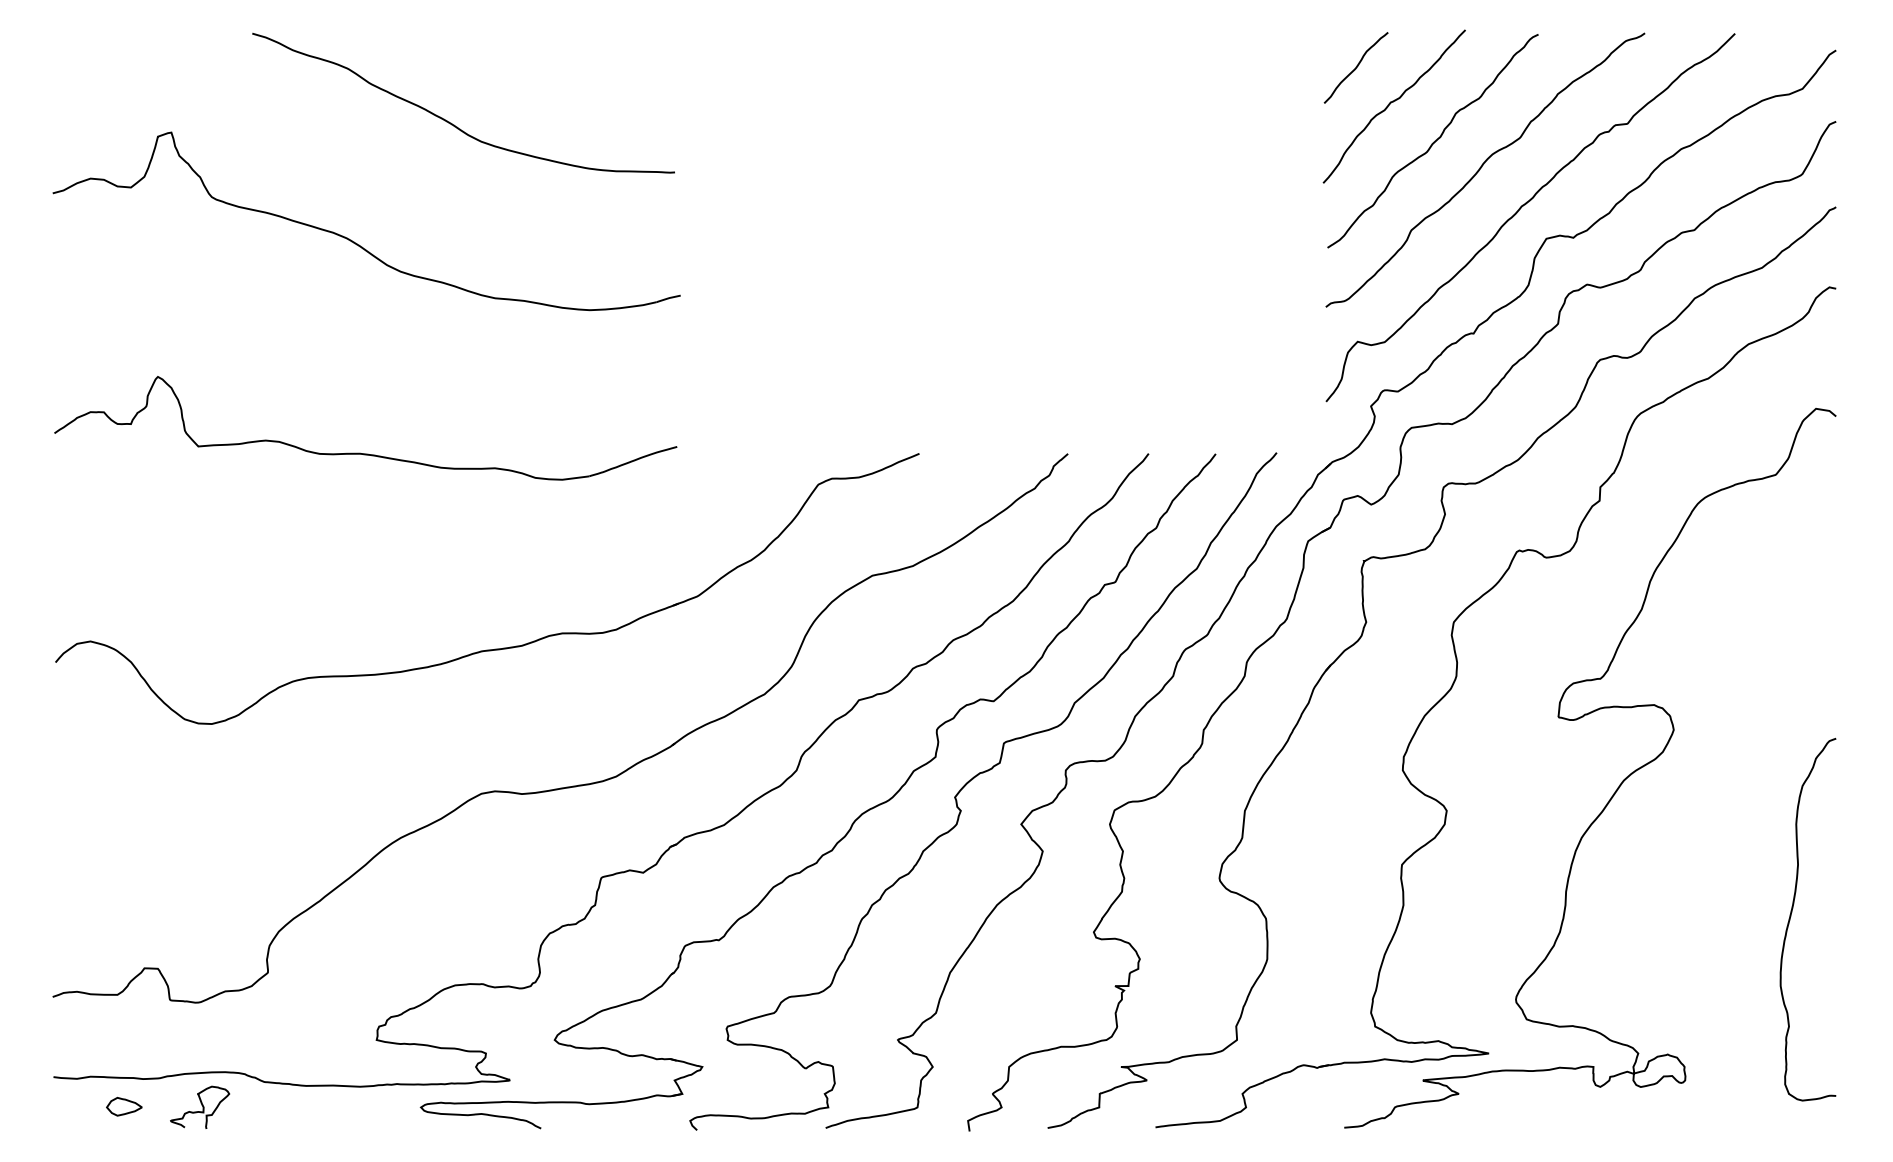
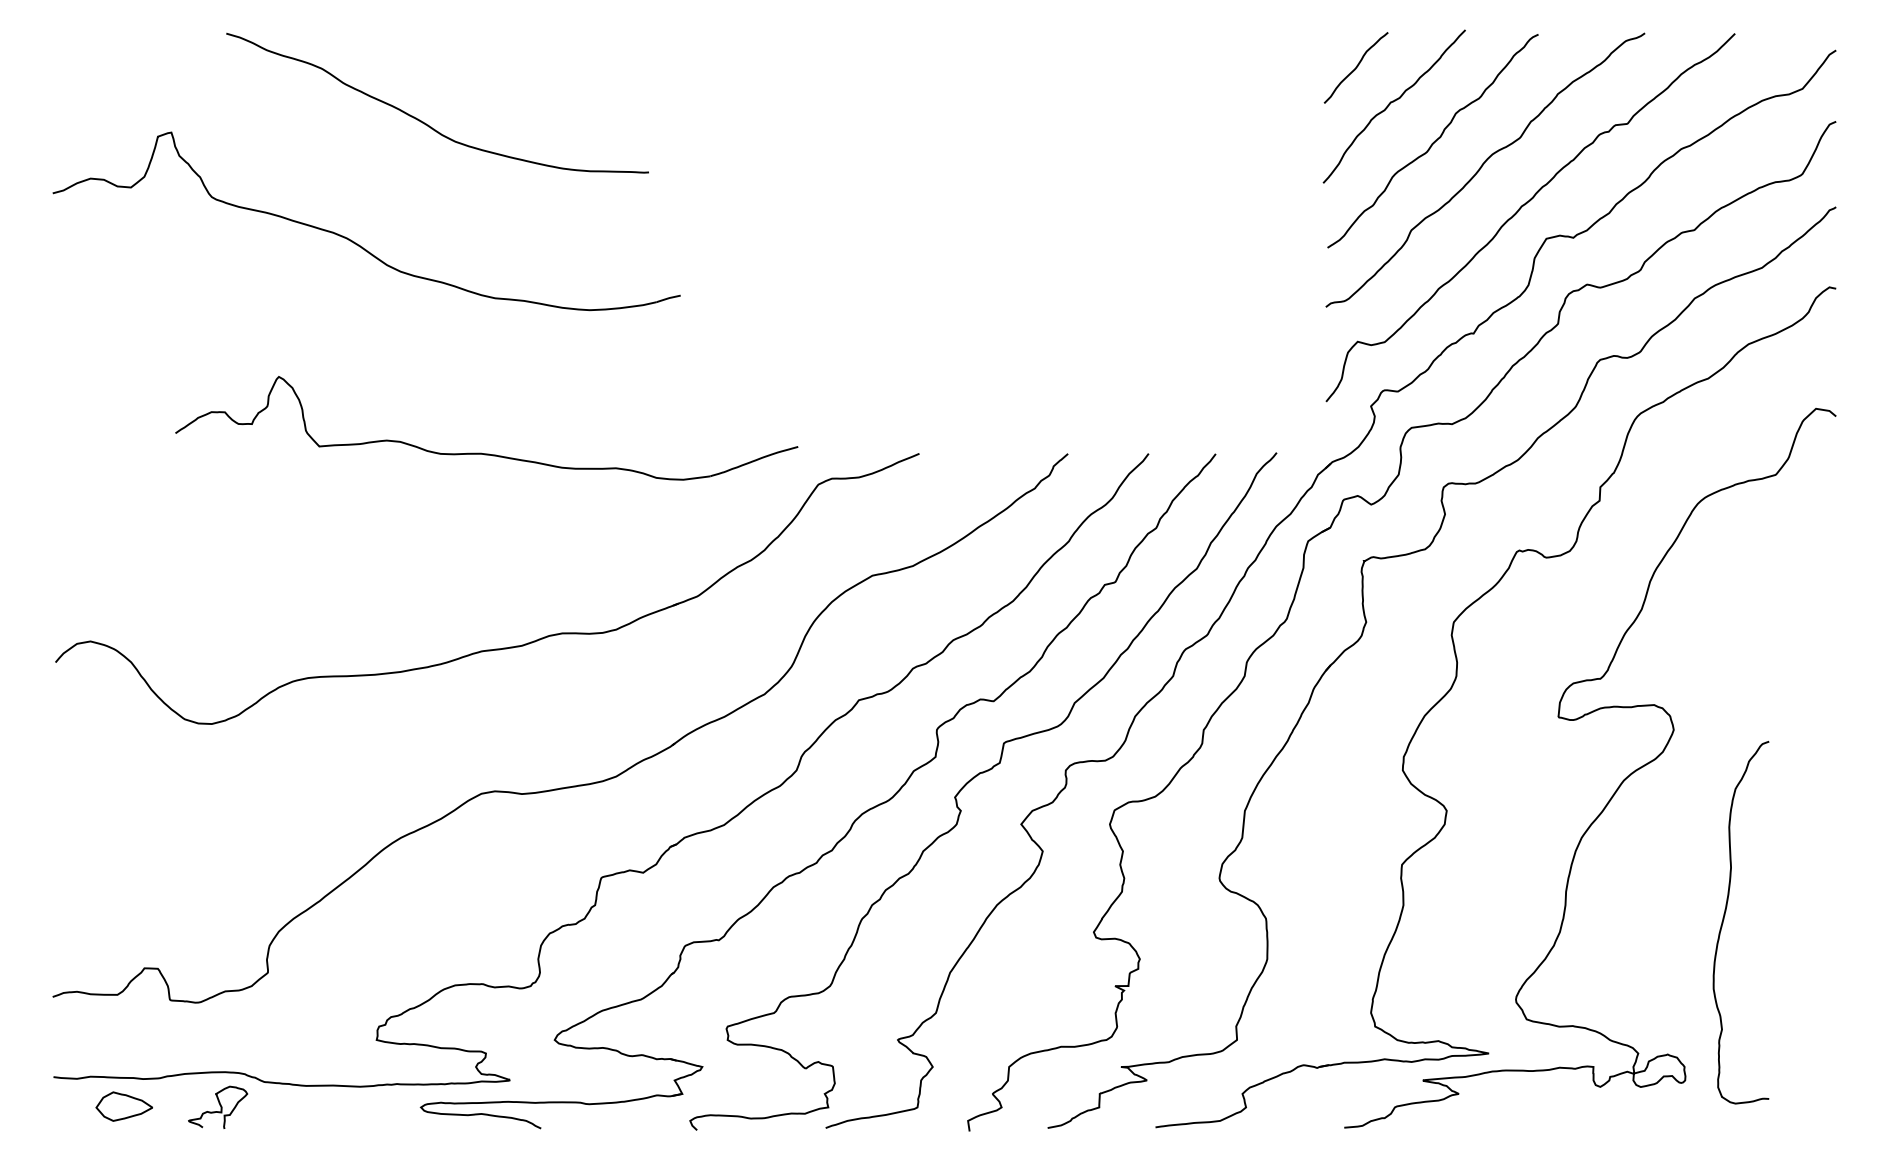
curve at (449, 121) position: (449, 121) -> (423, 121)
part at (360, 452) position: (360, 452) -> (481, 452)
curve at (1791, 916) position: (1791, 916) -> (1724, 919)
curve at (201, 1105) position: (201, 1105) -> (219, 1105)
part at (124, 1106) size: 37x20 px -> 58x31 px
